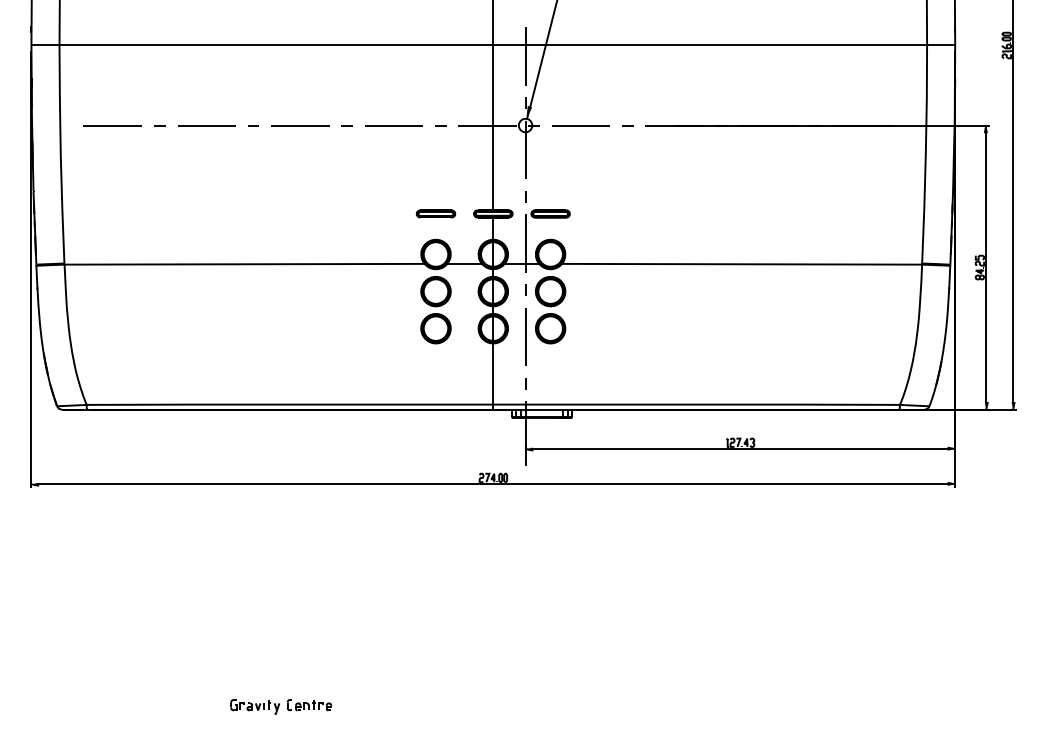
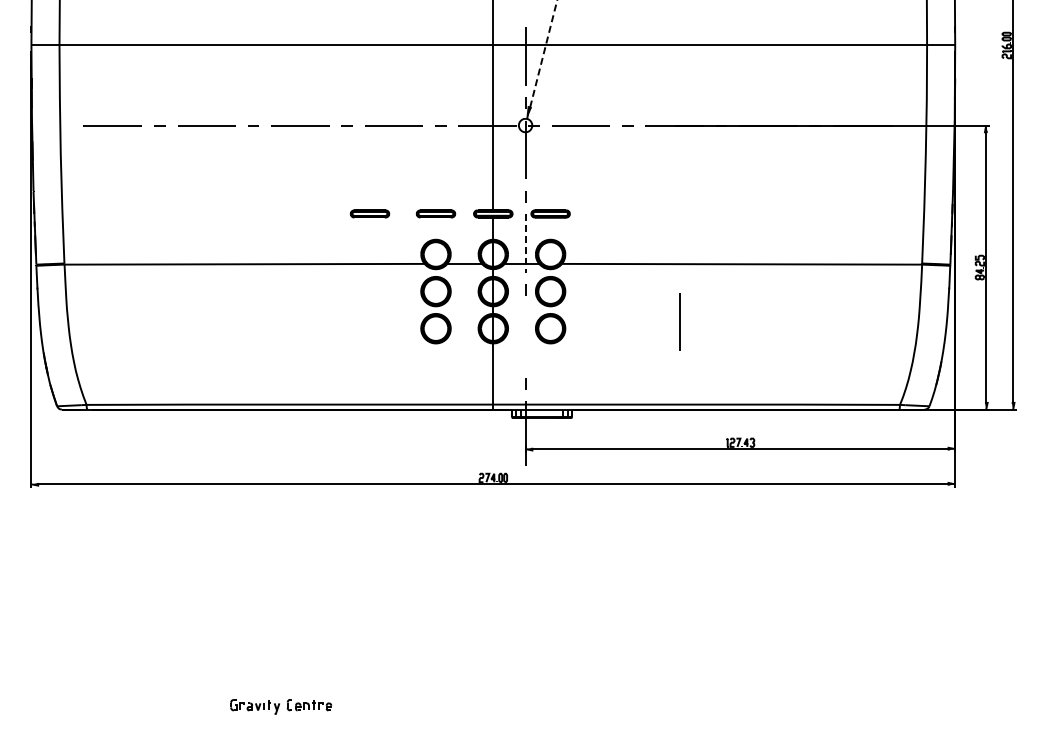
line at (543, 54): solid -> dashed
part at (369, 213): none -> present
line at (525, 243): solid -> dashed
line at (525, 336) position: (525, 336) -> (679, 321)
